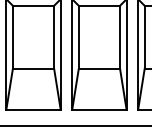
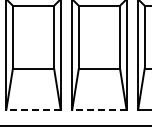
line at (33, 109): solid -> dashed
line at (98, 109): solid -> dashed
